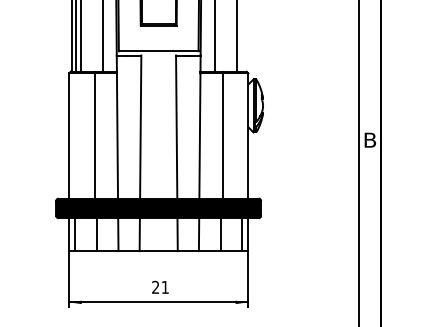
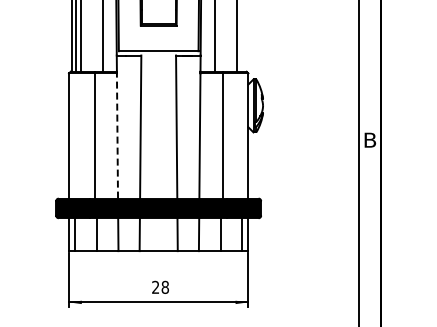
line at (117, 136): solid -> dashed
text at (164, 286): 21 -> 28
